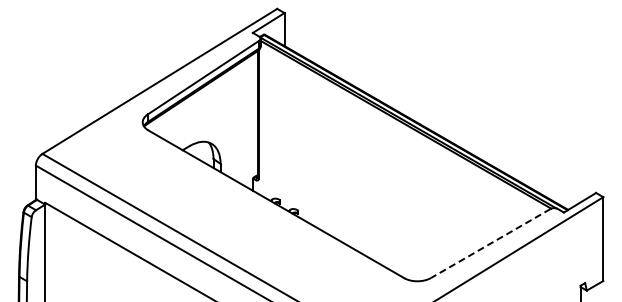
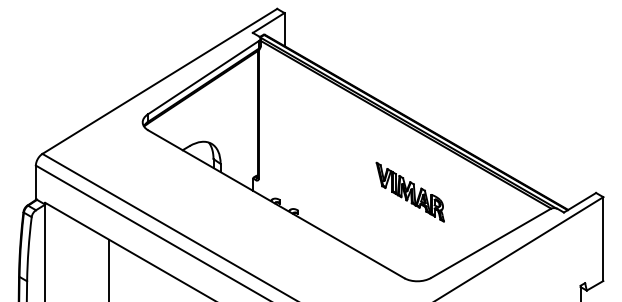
part at (409, 191): none -> present
line at (490, 243): dashed -> solid
line at (109, 268): none -> present
